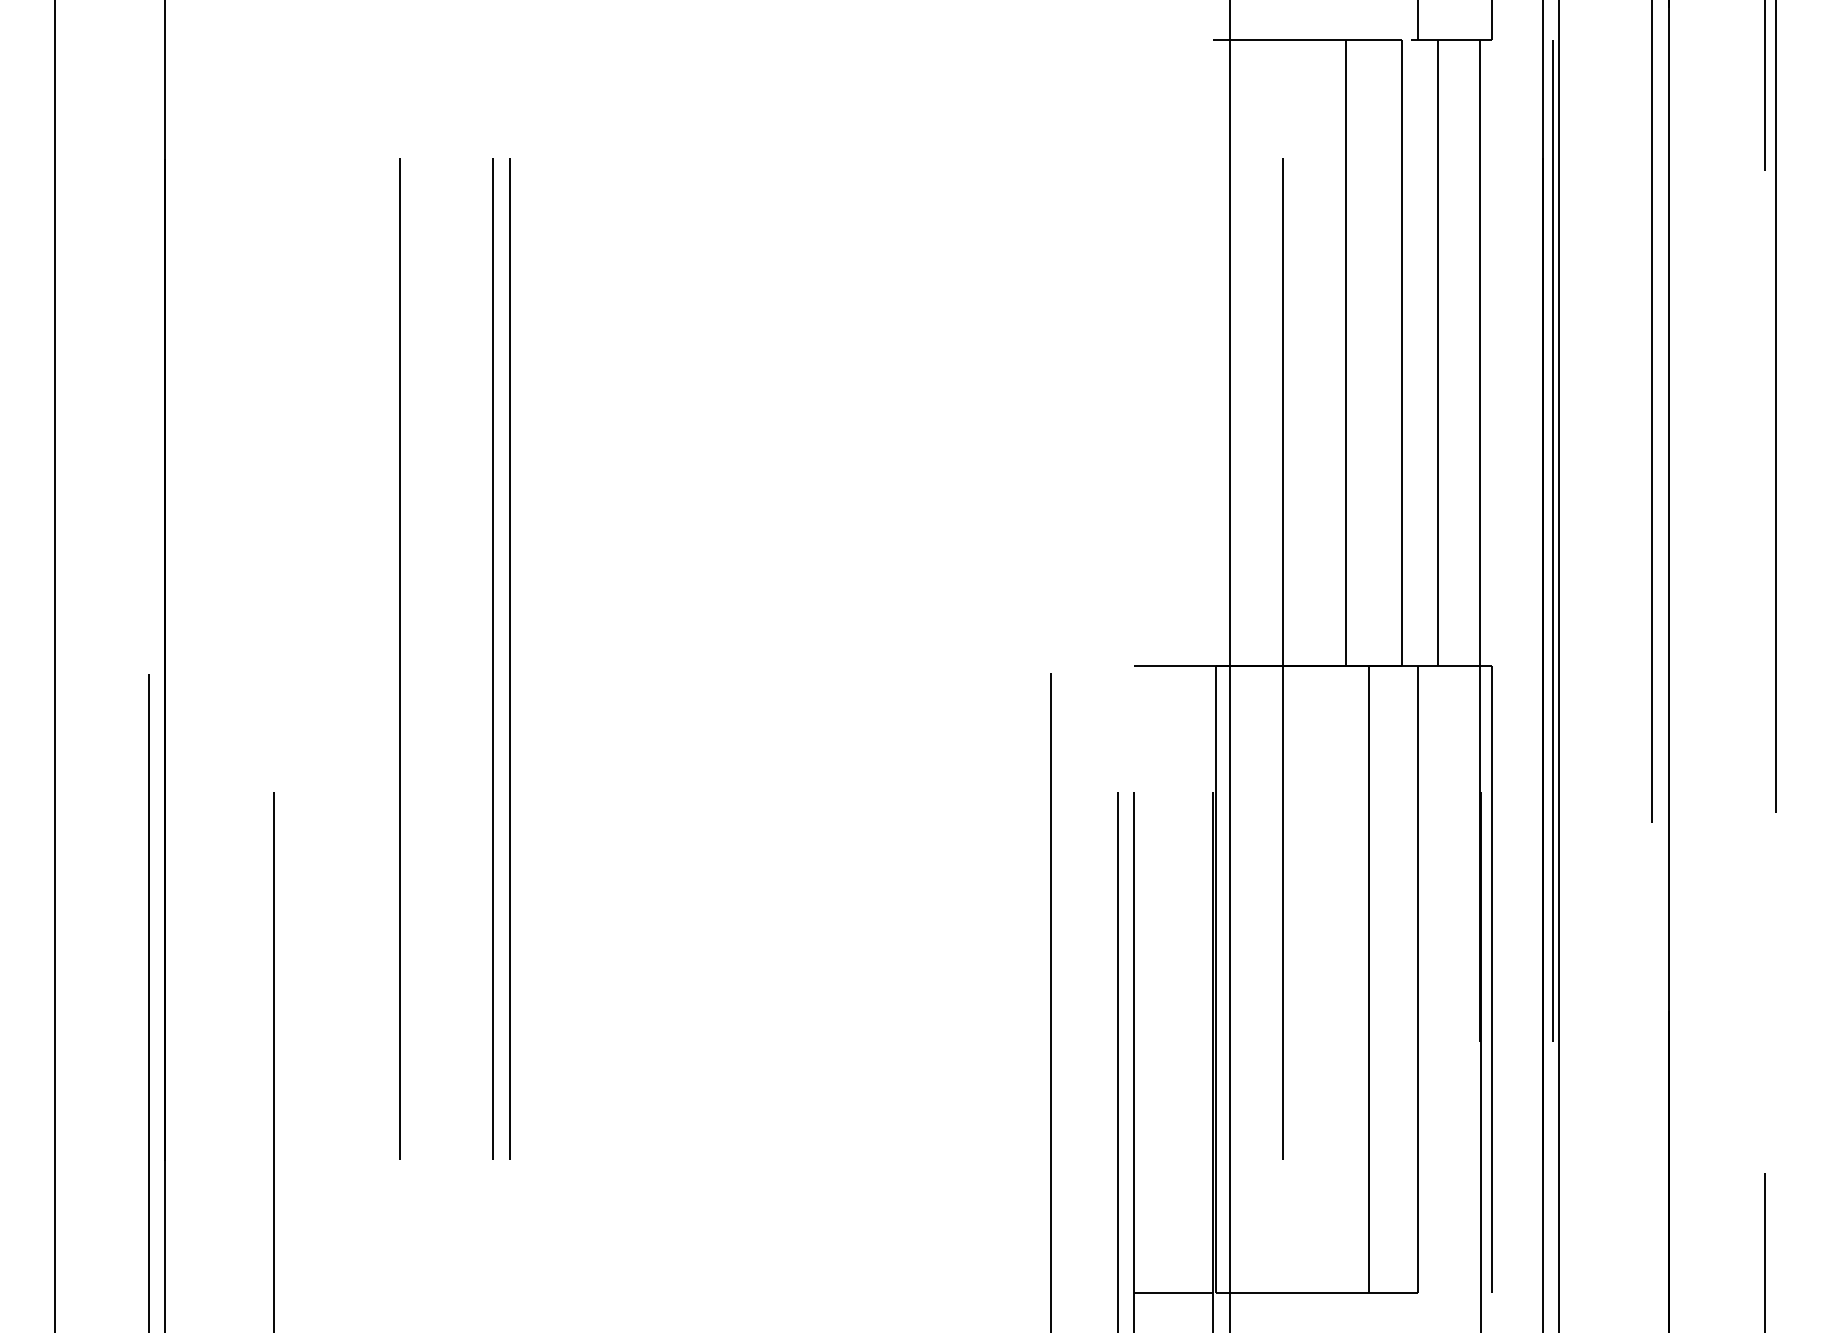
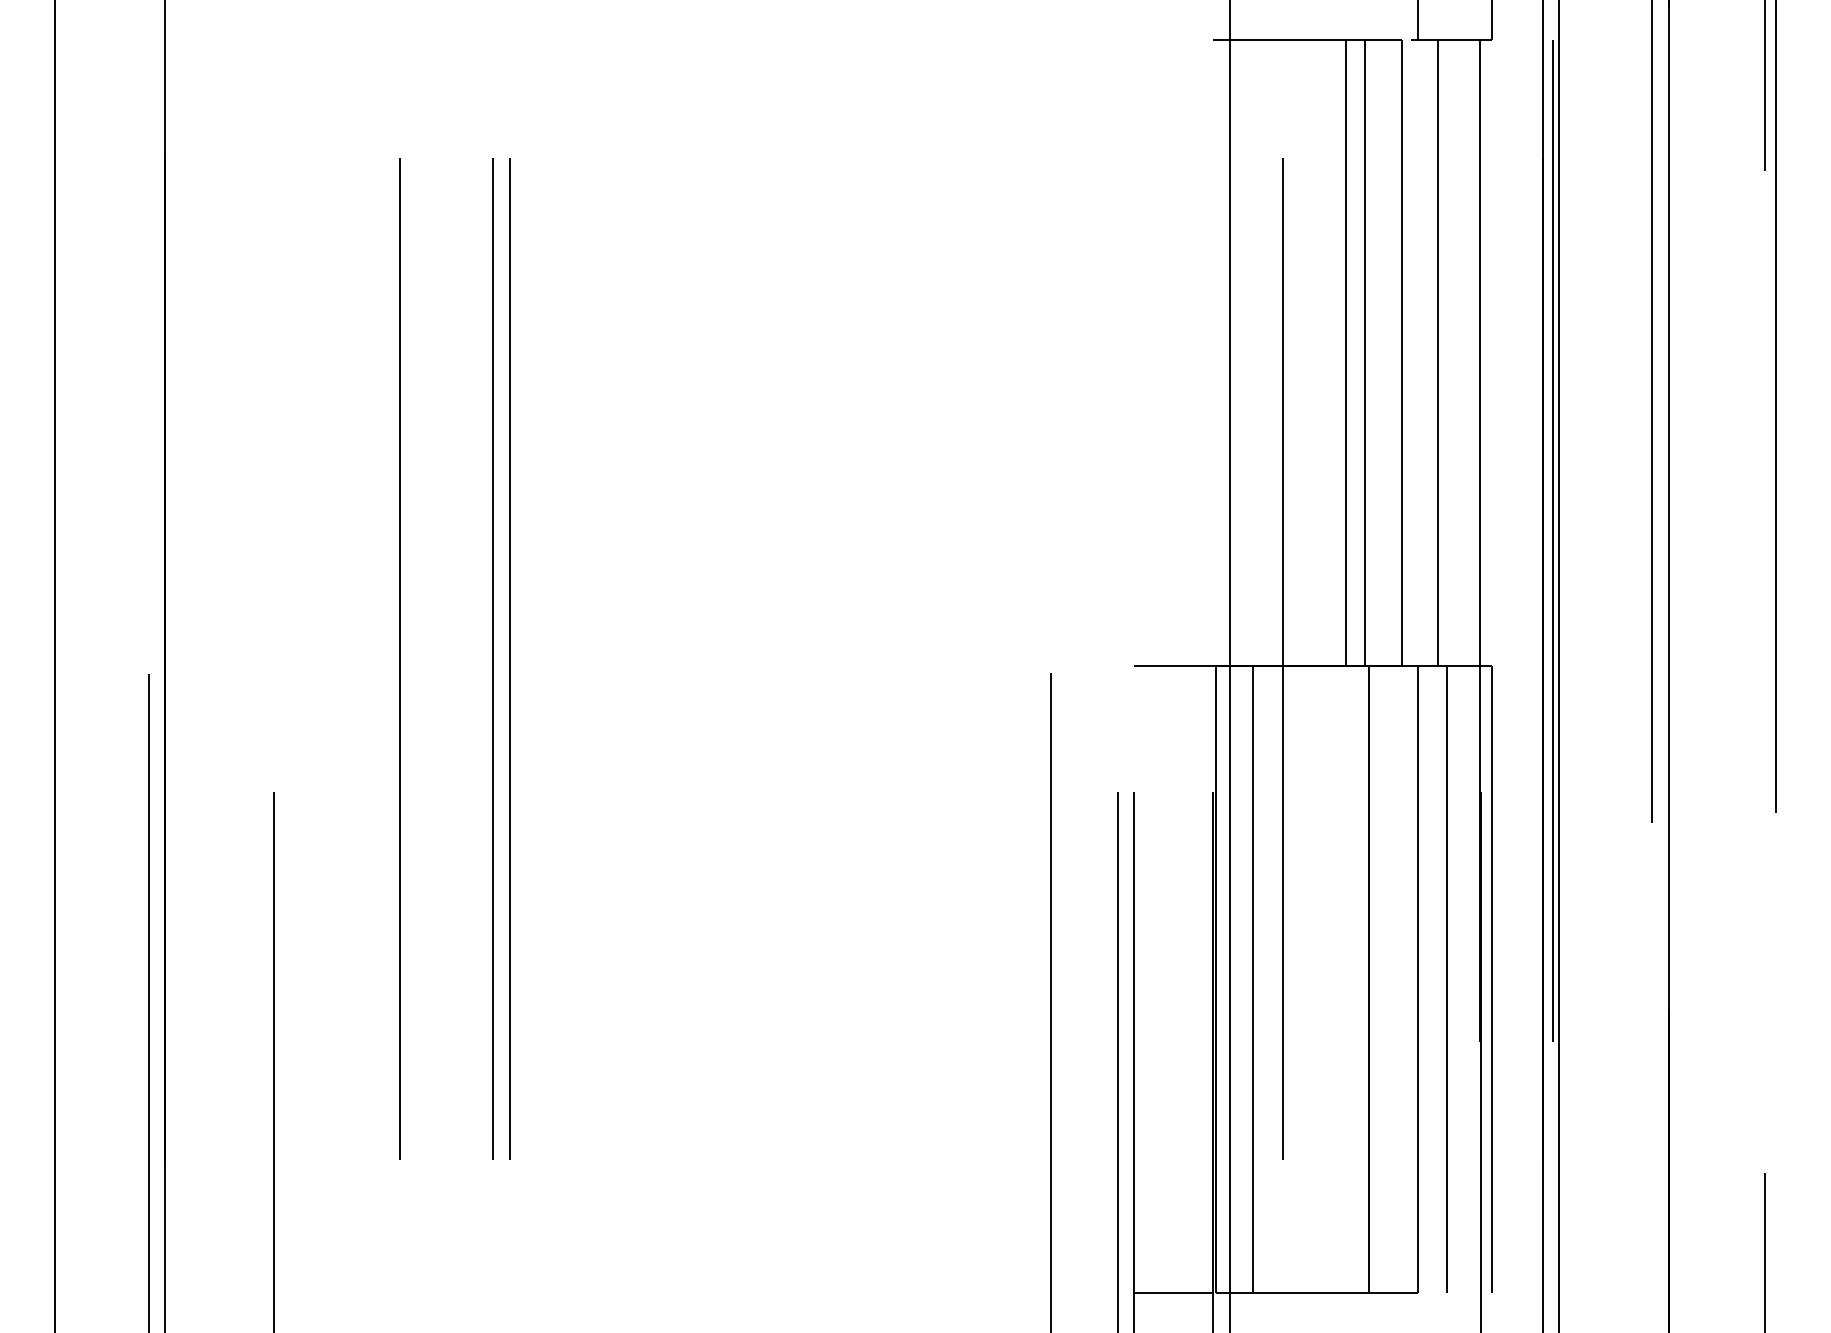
line at (1364, 353): none -> present
line at (1253, 979): none -> present
line at (1447, 979): none -> present
